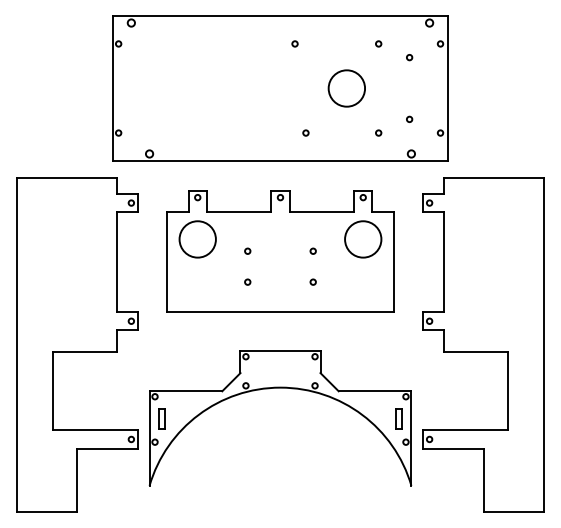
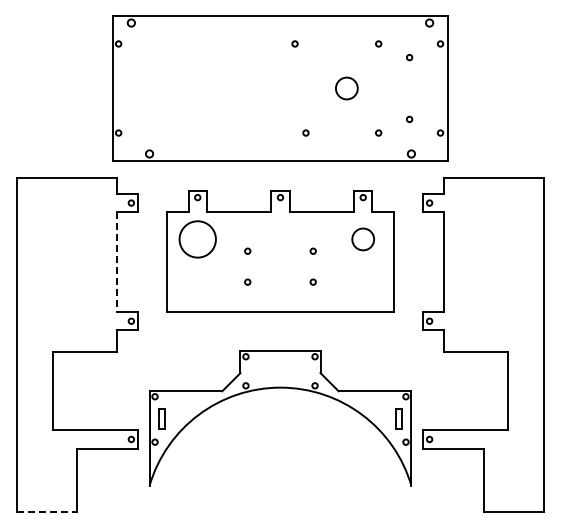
circle at (346, 88) diameter: 36 px -> 22 px
circle at (363, 239) diameter: 36 px -> 22 px
line at (116, 262): solid -> dashed
line at (47, 512): solid -> dashed
